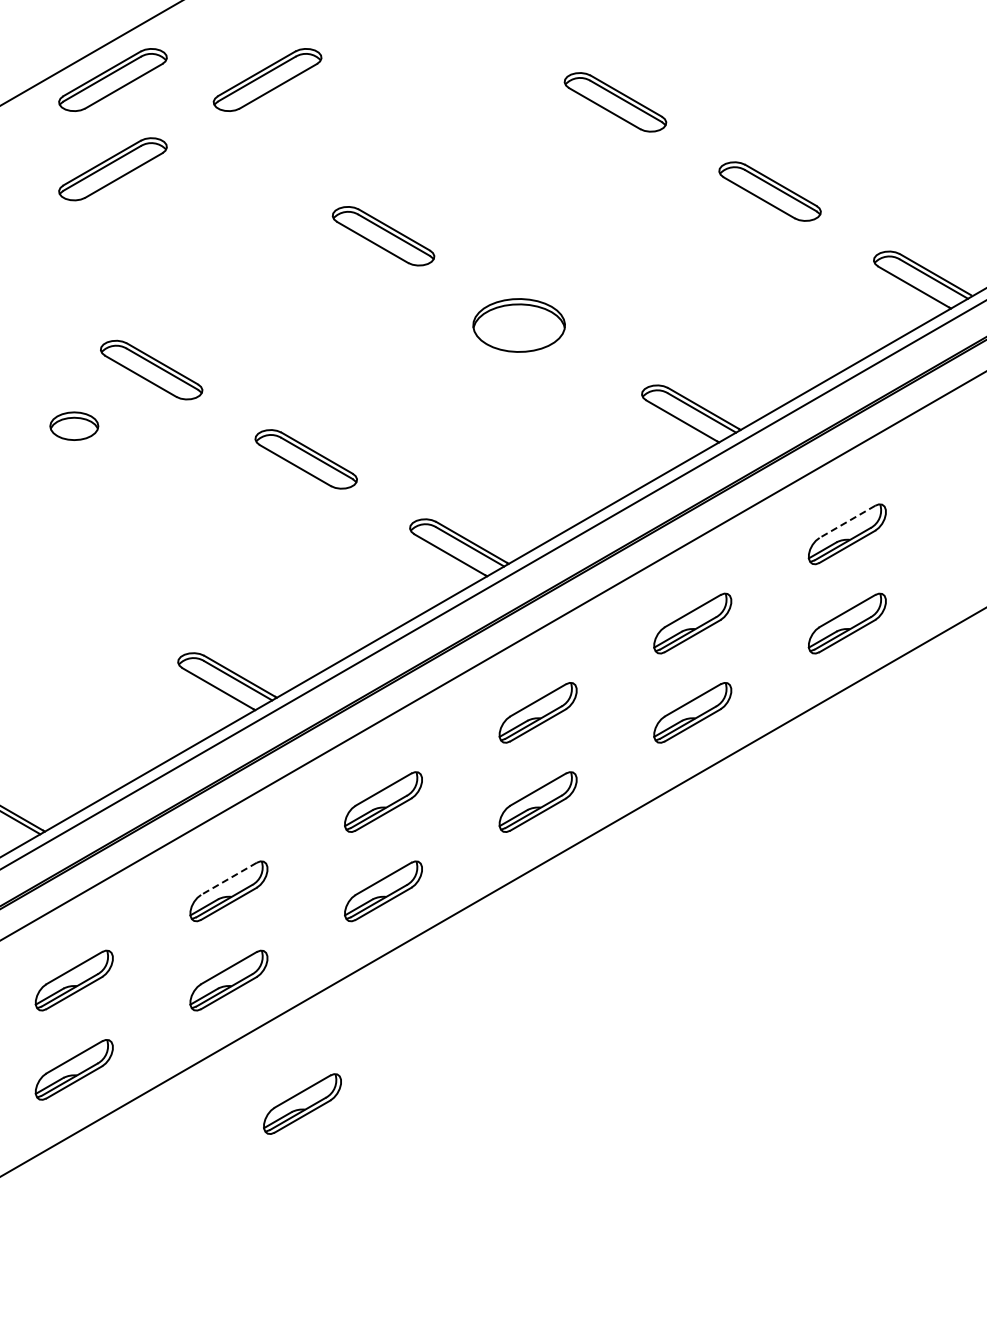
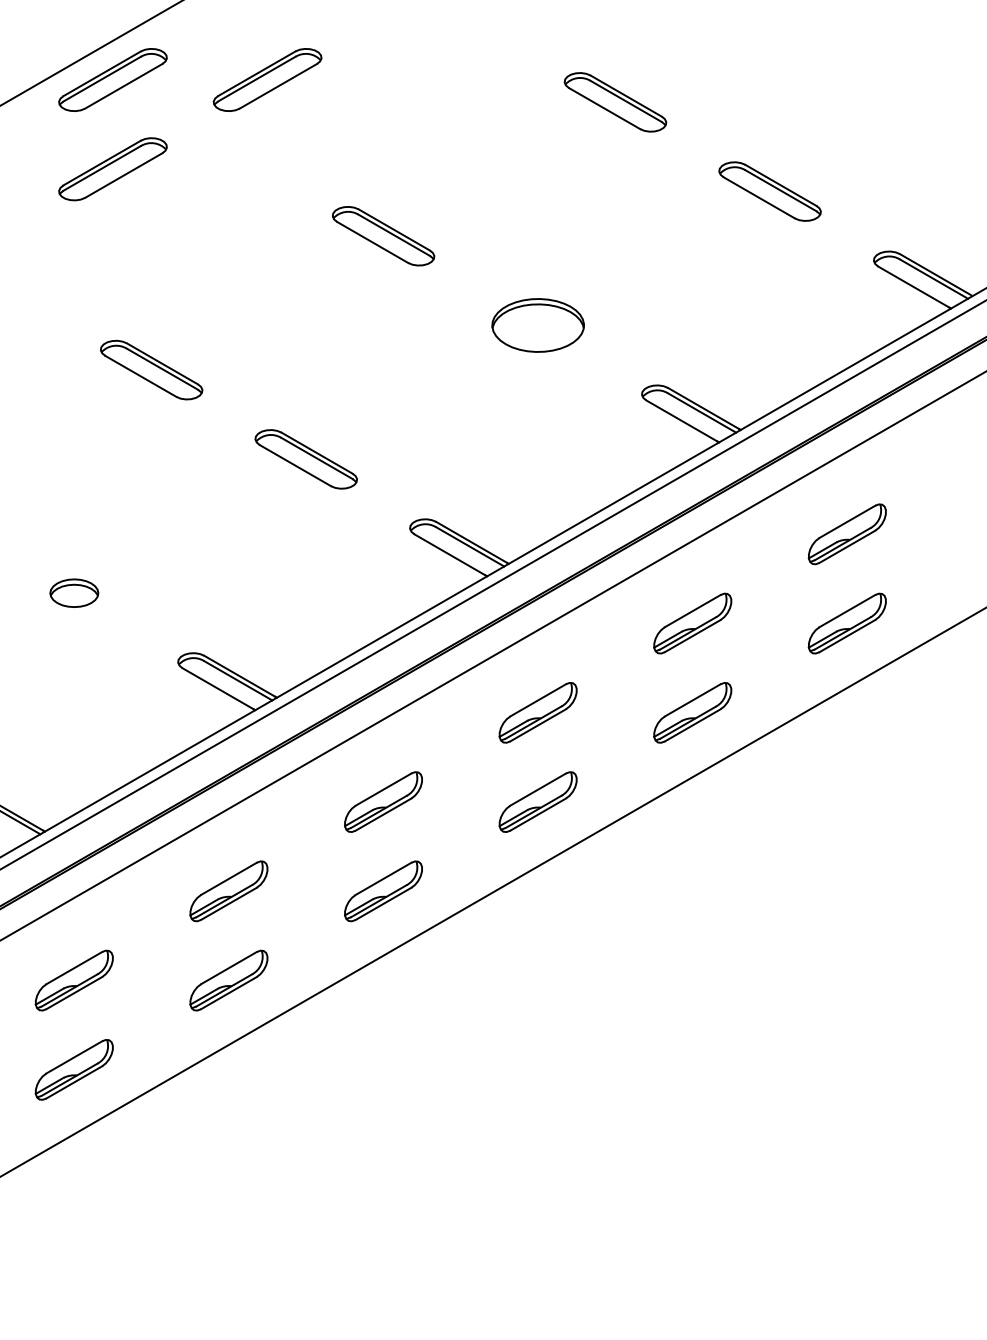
part at (518, 325) position: (518, 325) -> (537, 325)
part at (74, 425) position: (74, 425) -> (74, 592)
line at (846, 522): dashed -> solid
line at (228, 879): dashed -> solid
part at (302, 1103): present -> none
